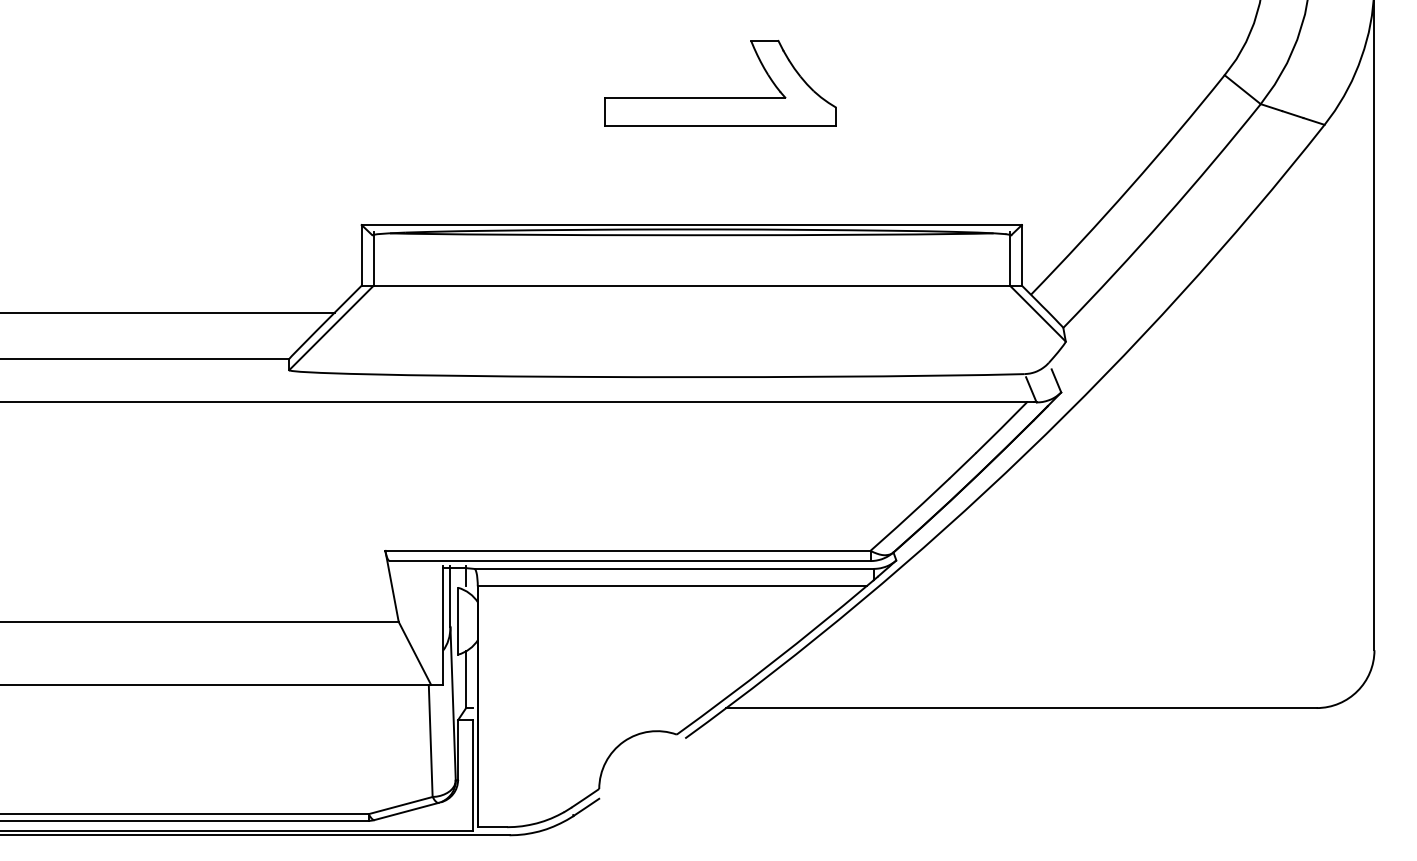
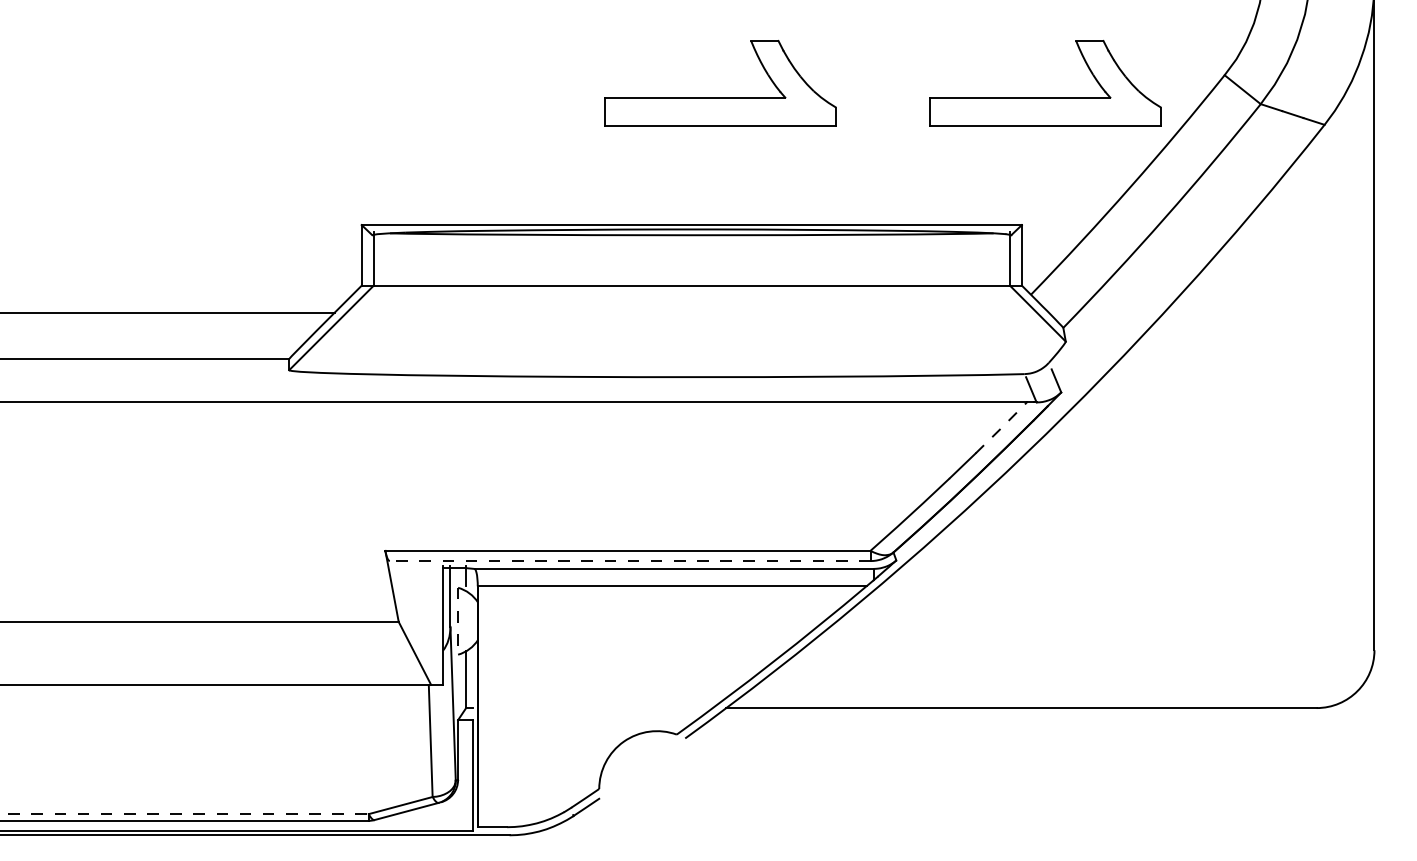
part at (1045, 97): none -> present
line at (1001, 428): solid -> dashed
line at (629, 561): solid -> dashed
line at (458, 621): solid -> dashed
line at (184, 814): solid -> dashed
